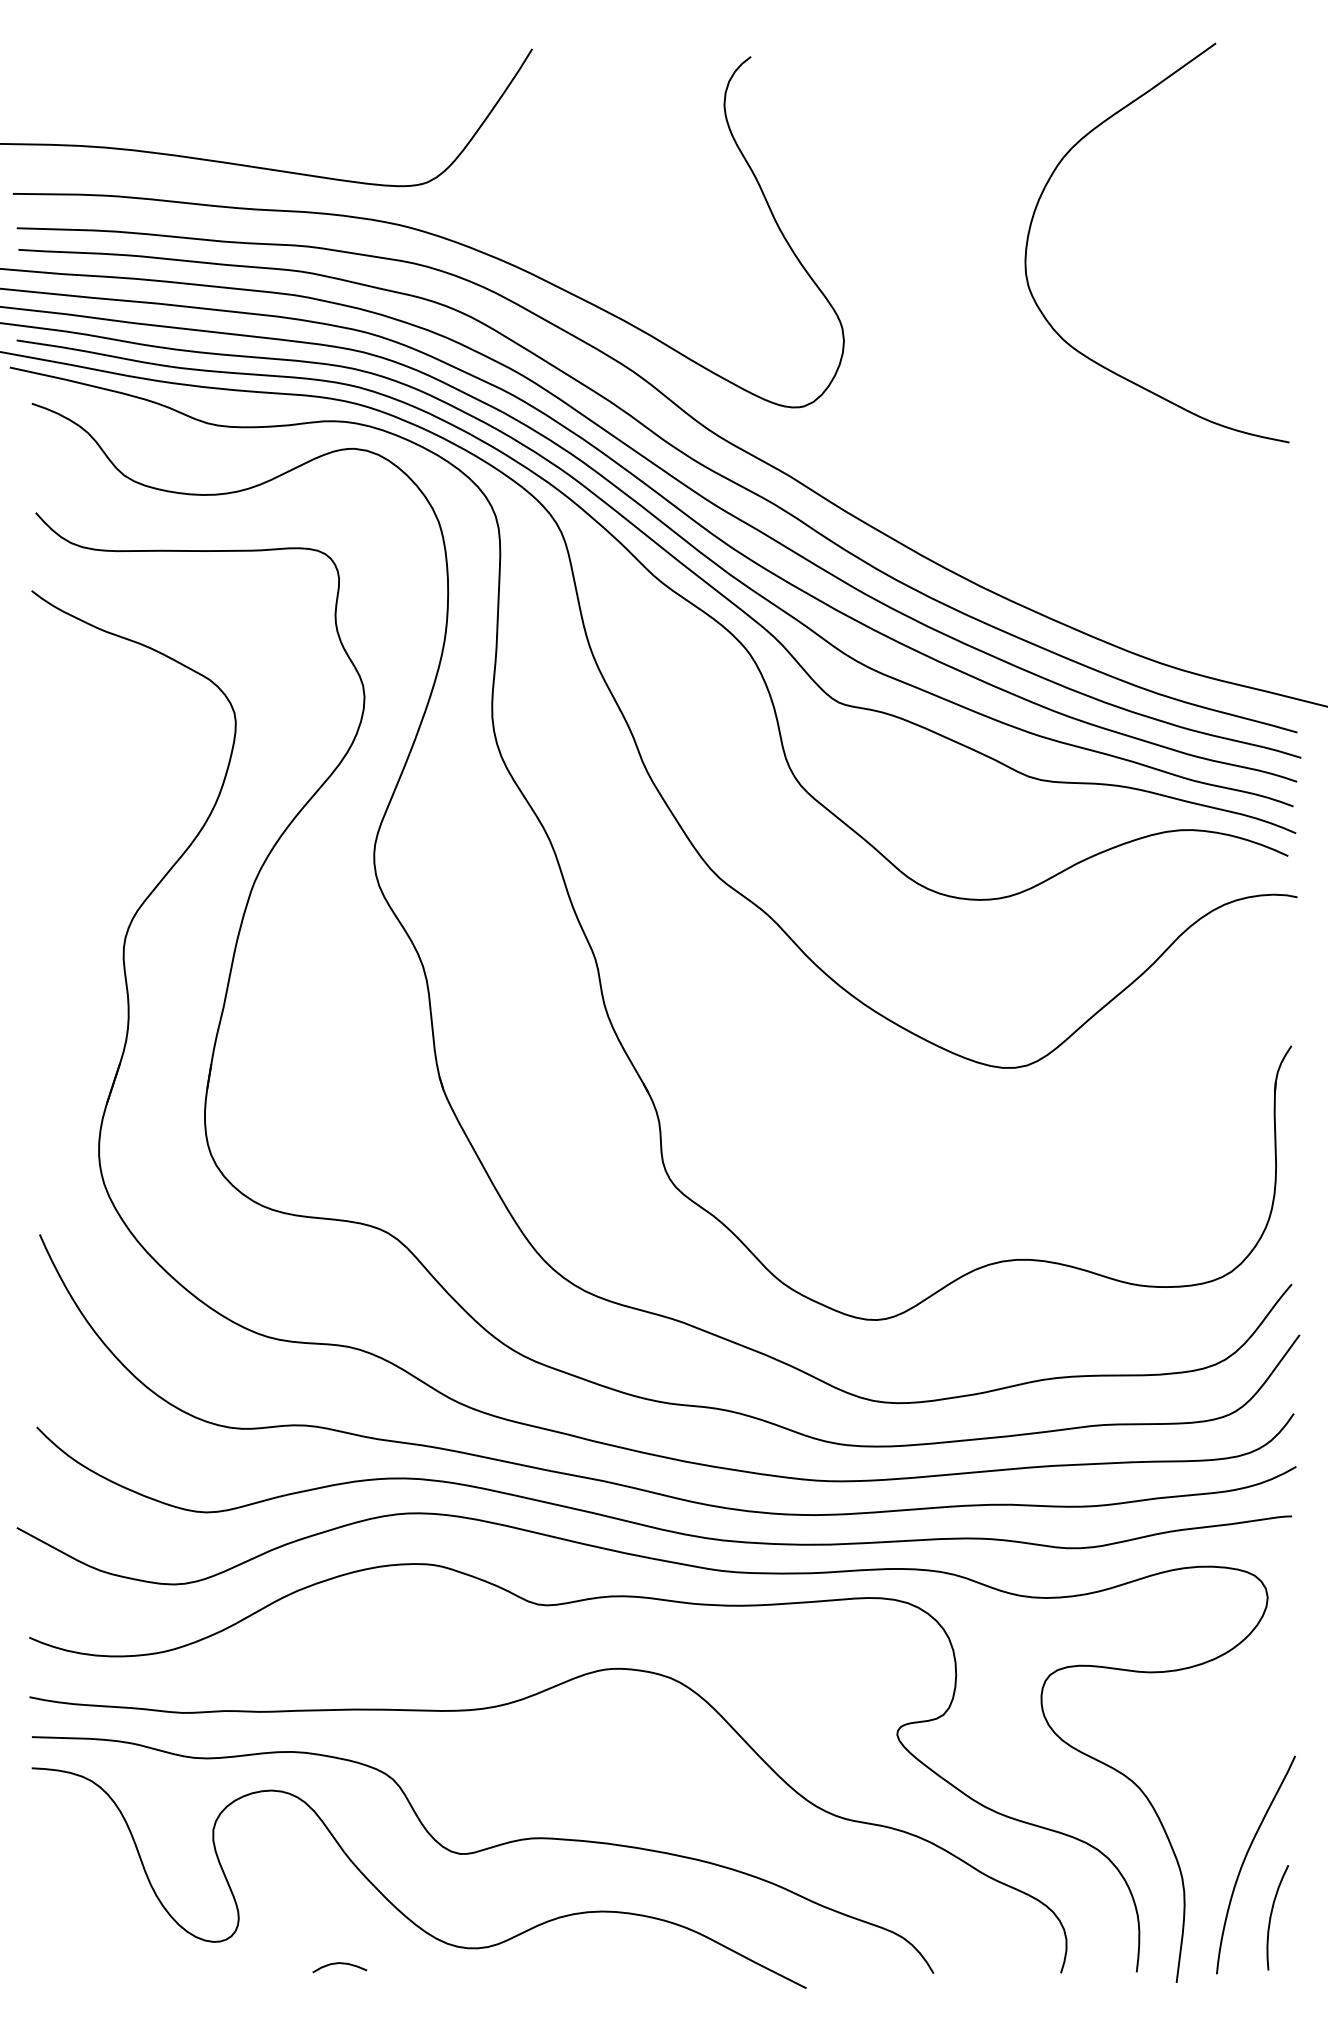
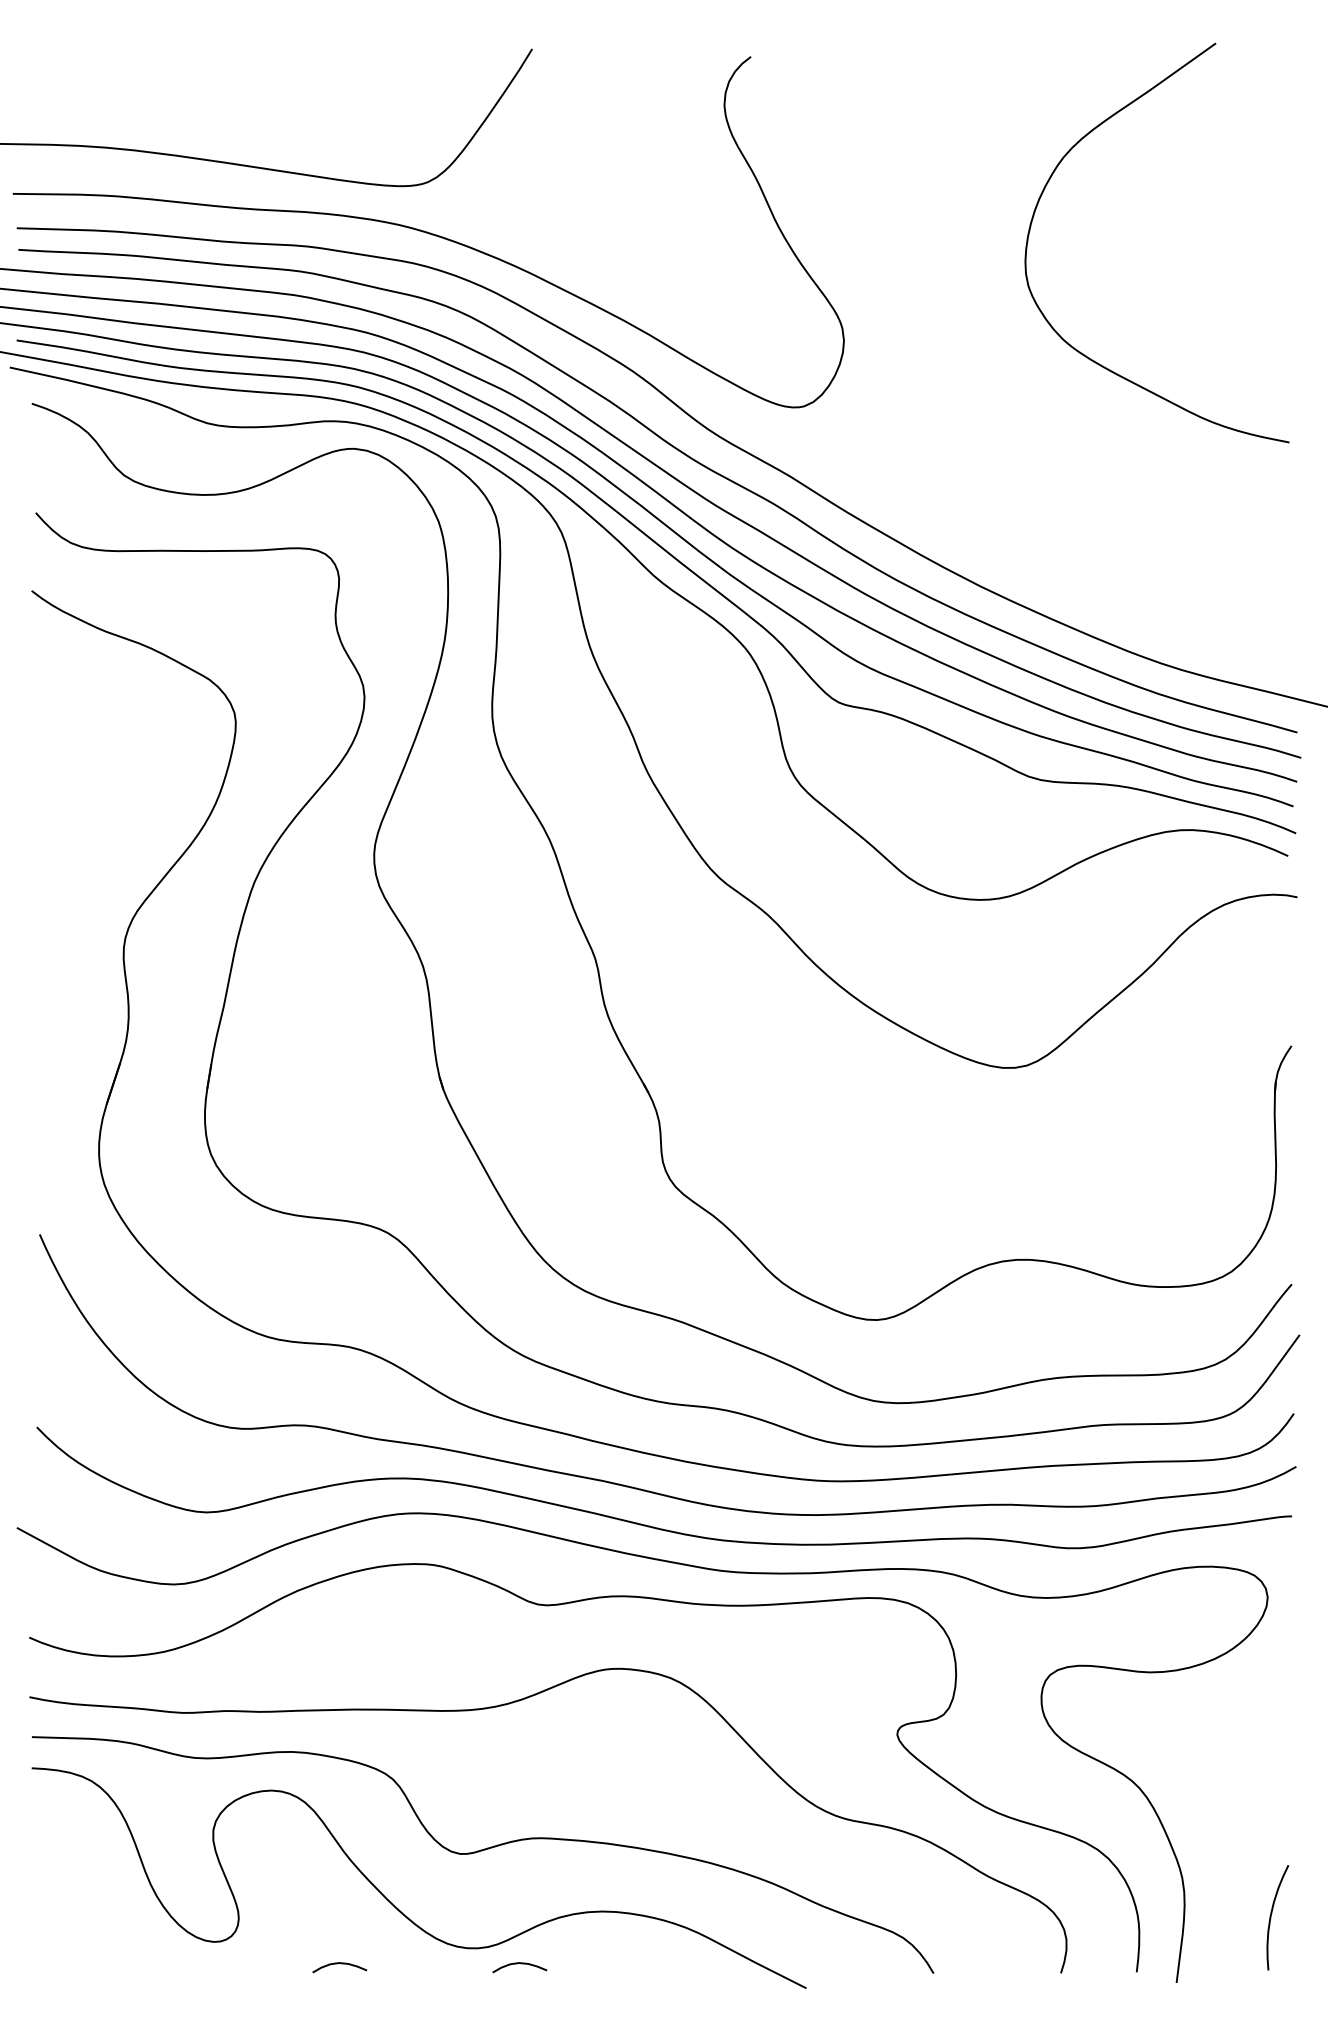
curve at (1245, 1860): present -> none
curve at (520, 1964): none -> present
